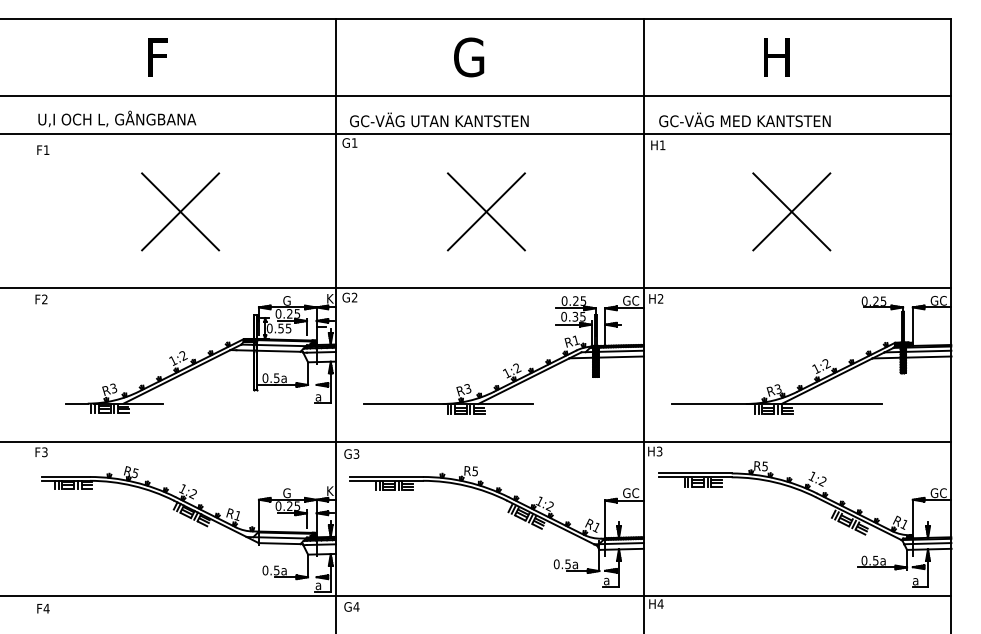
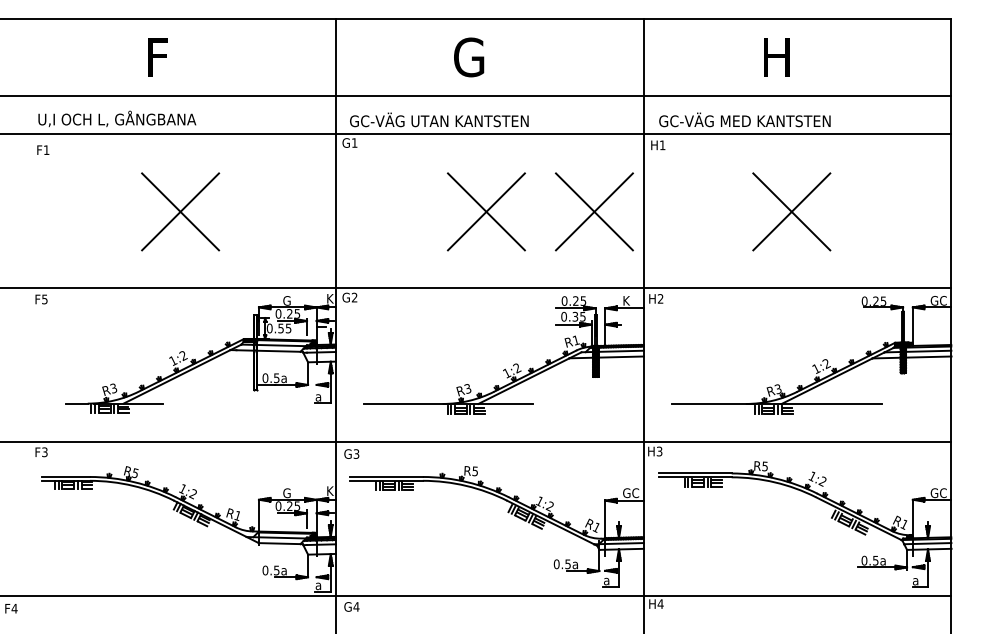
part at (593, 211): none -> present
text at (44, 299): F2 -> F5
text at (631, 300): GC -> K
text at (43, 608) position: (43, 608) -> (11, 608)
